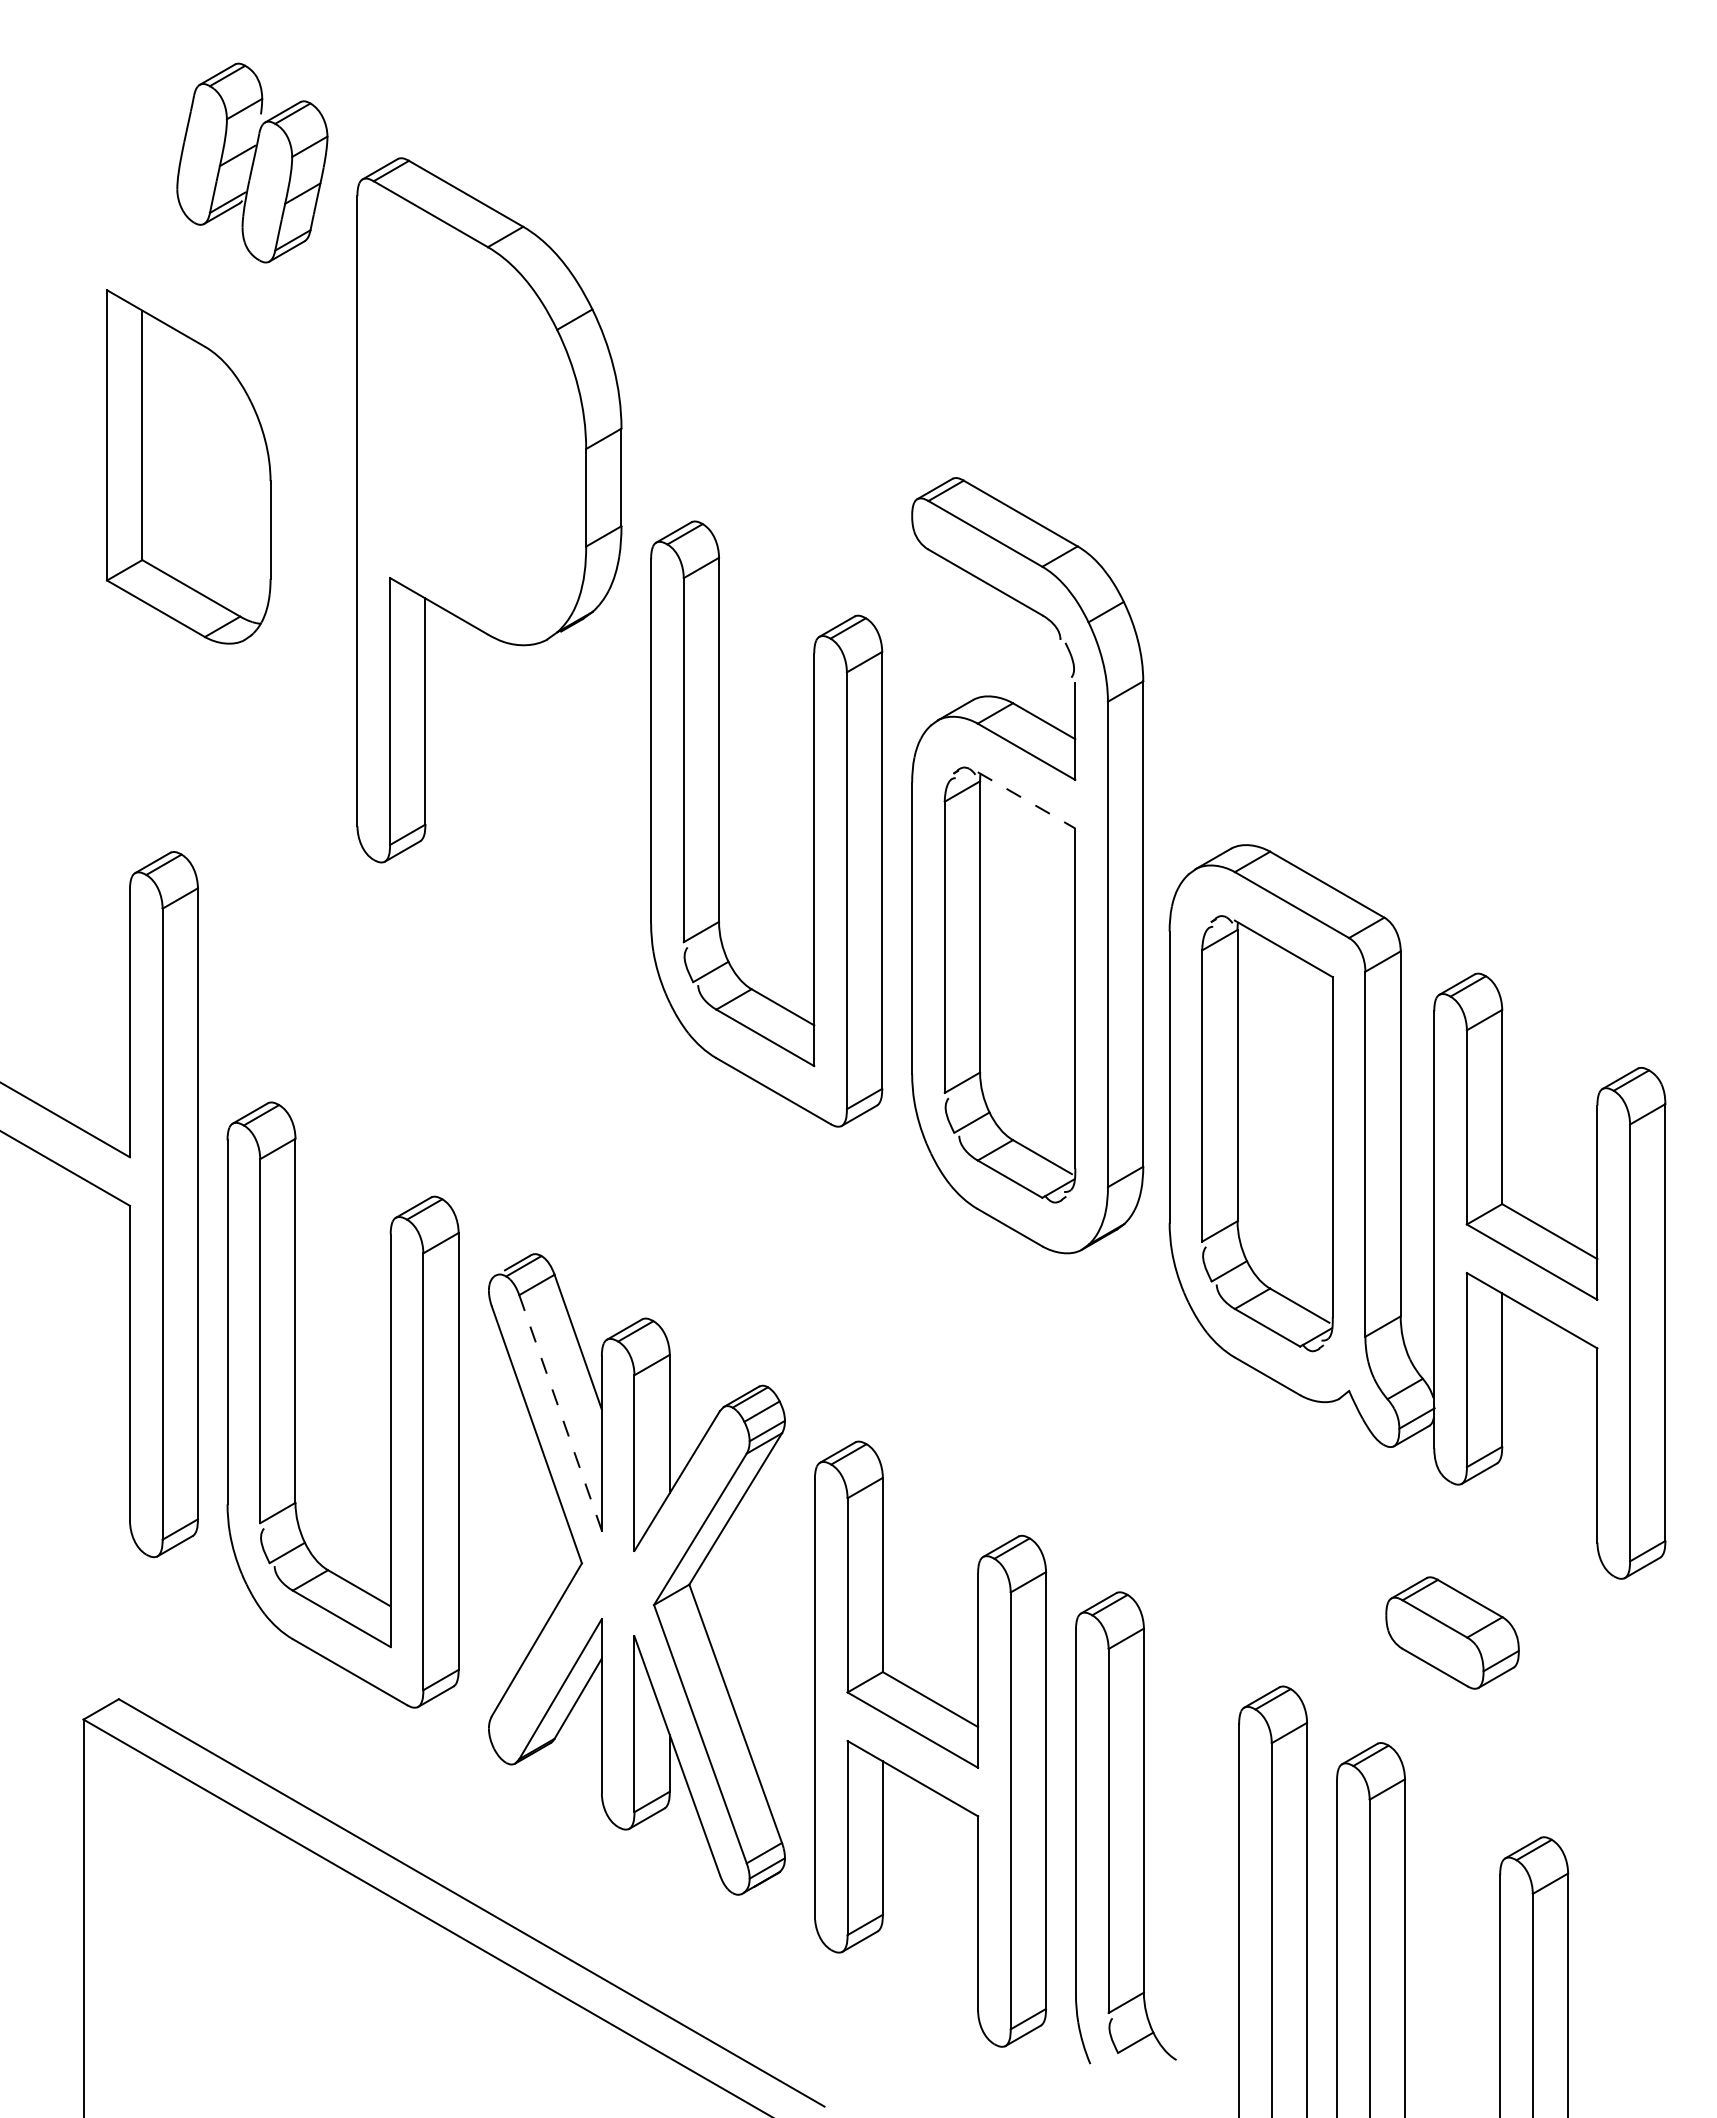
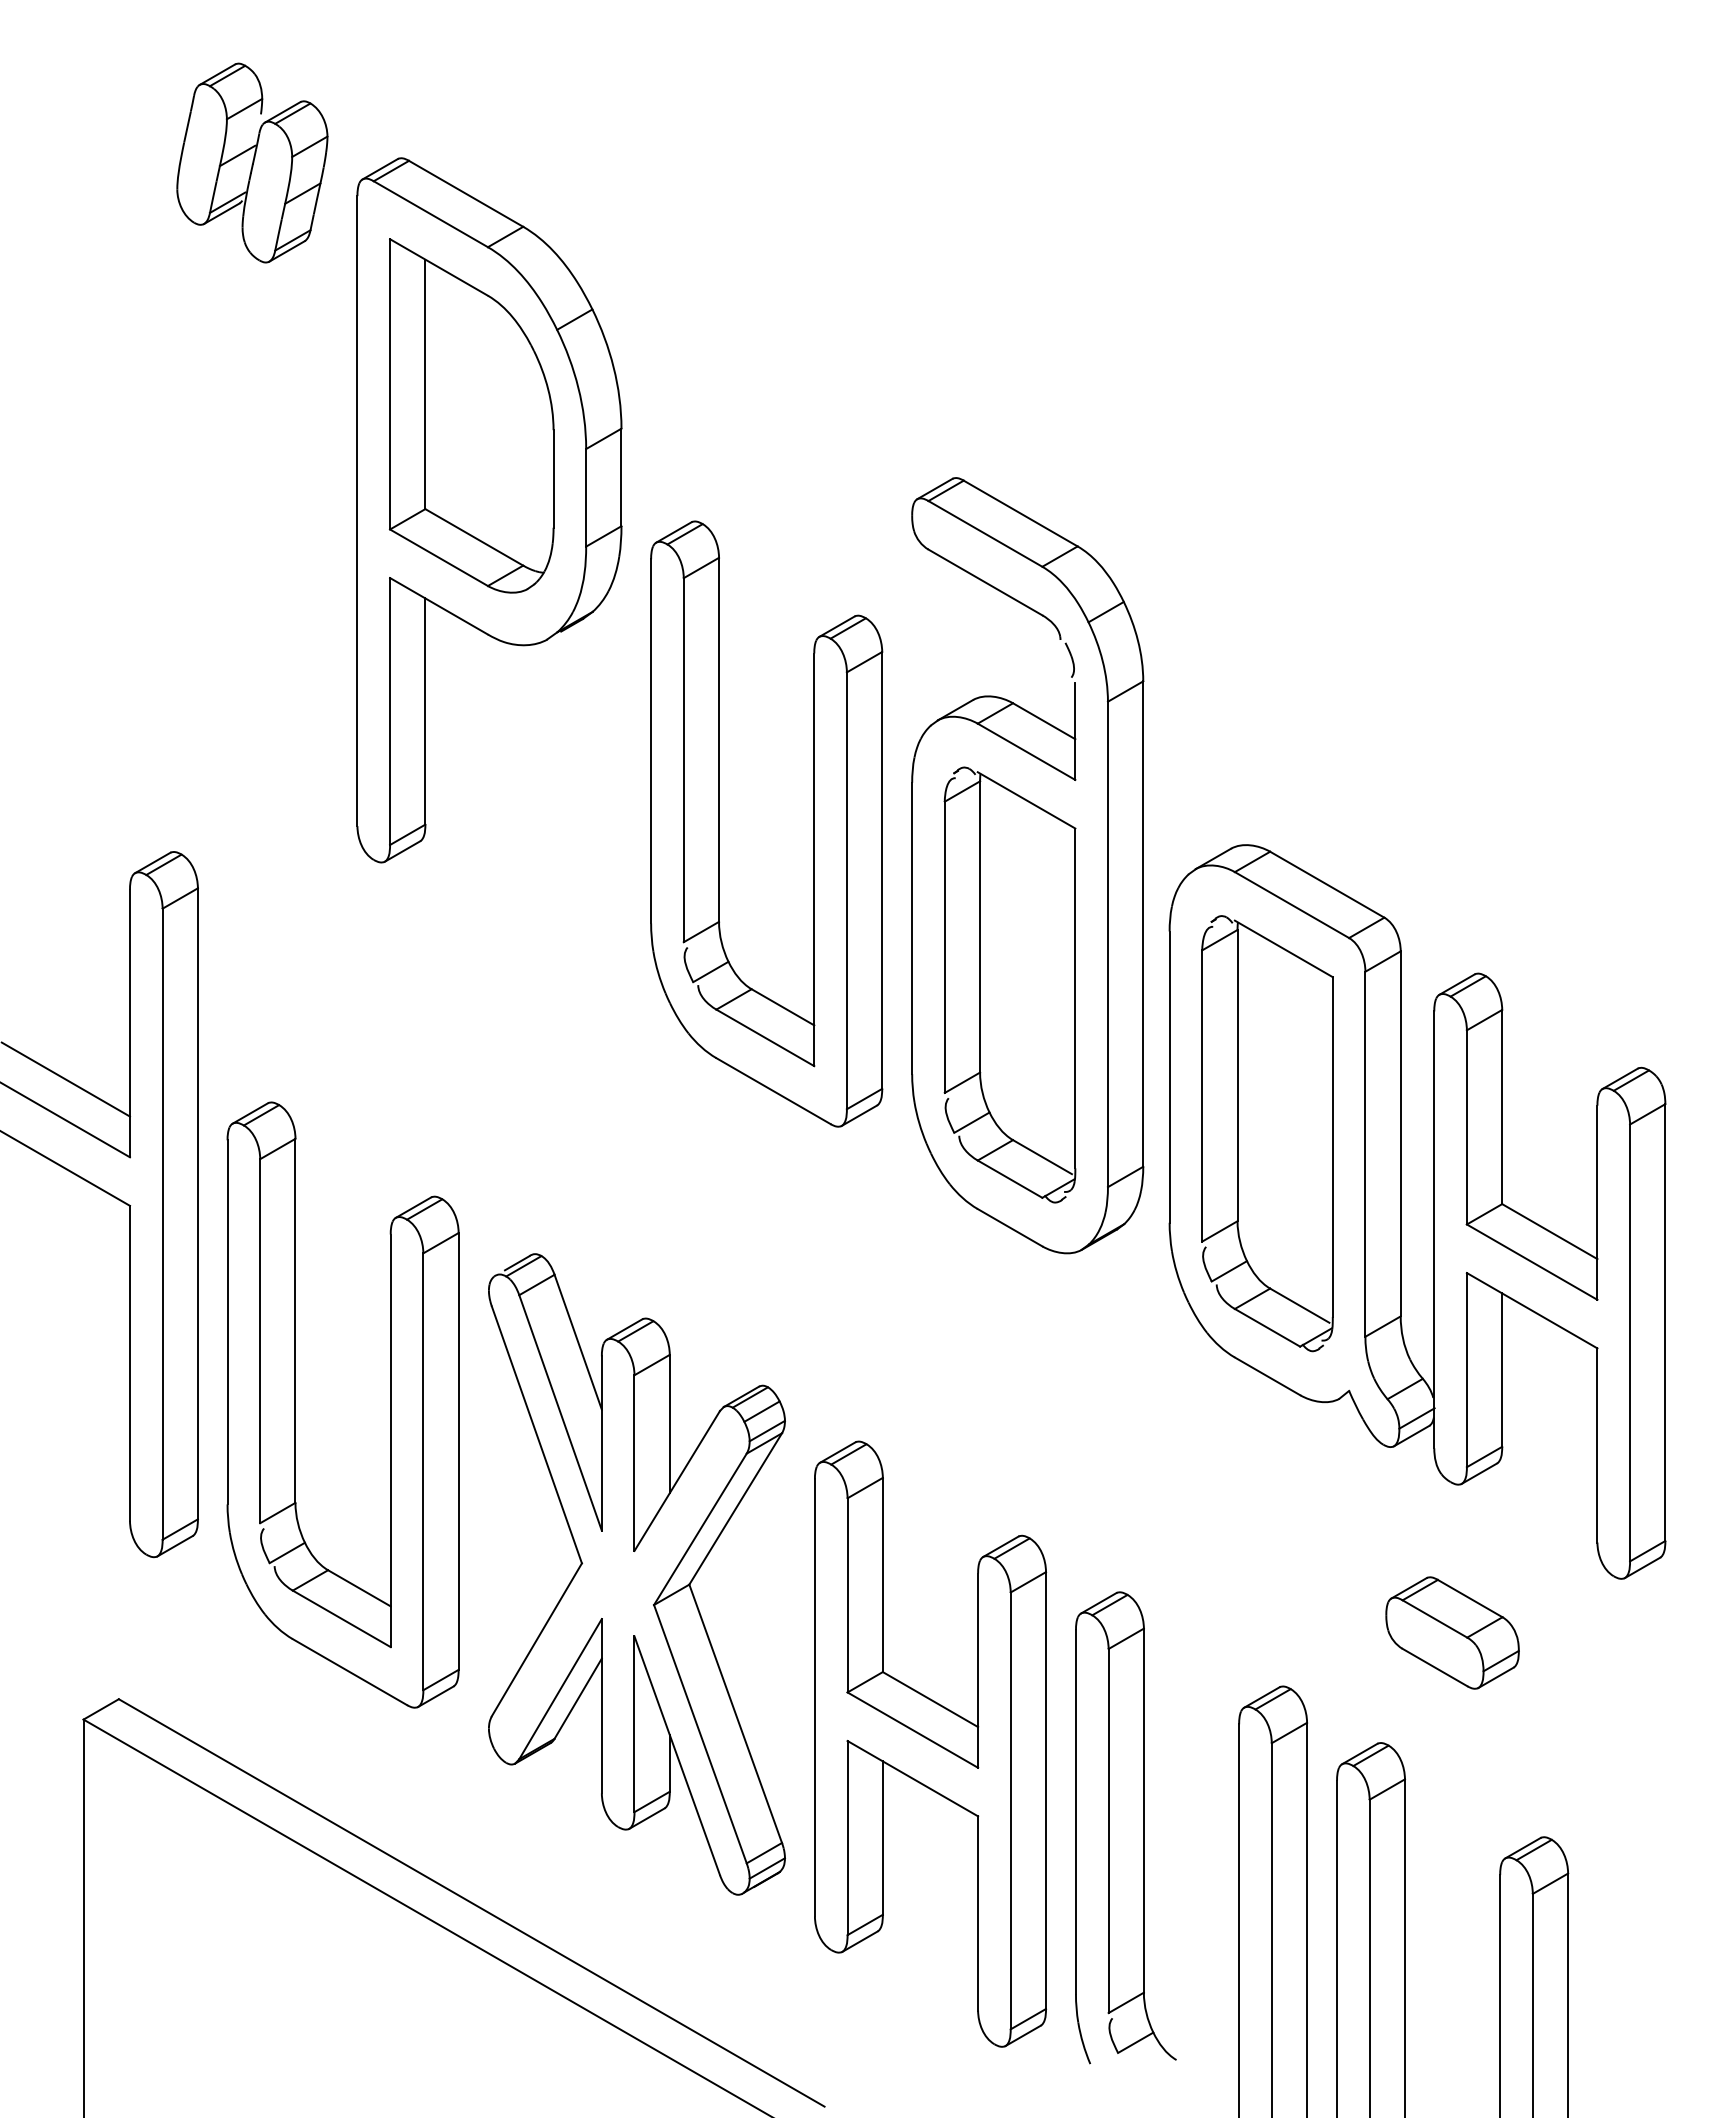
part at (188, 466) position: (188, 466) -> (471, 415)
line at (1026, 800): dashed -> solid
line at (66, 1079): none -> present
line at (560, 1412): dashed -> solid
